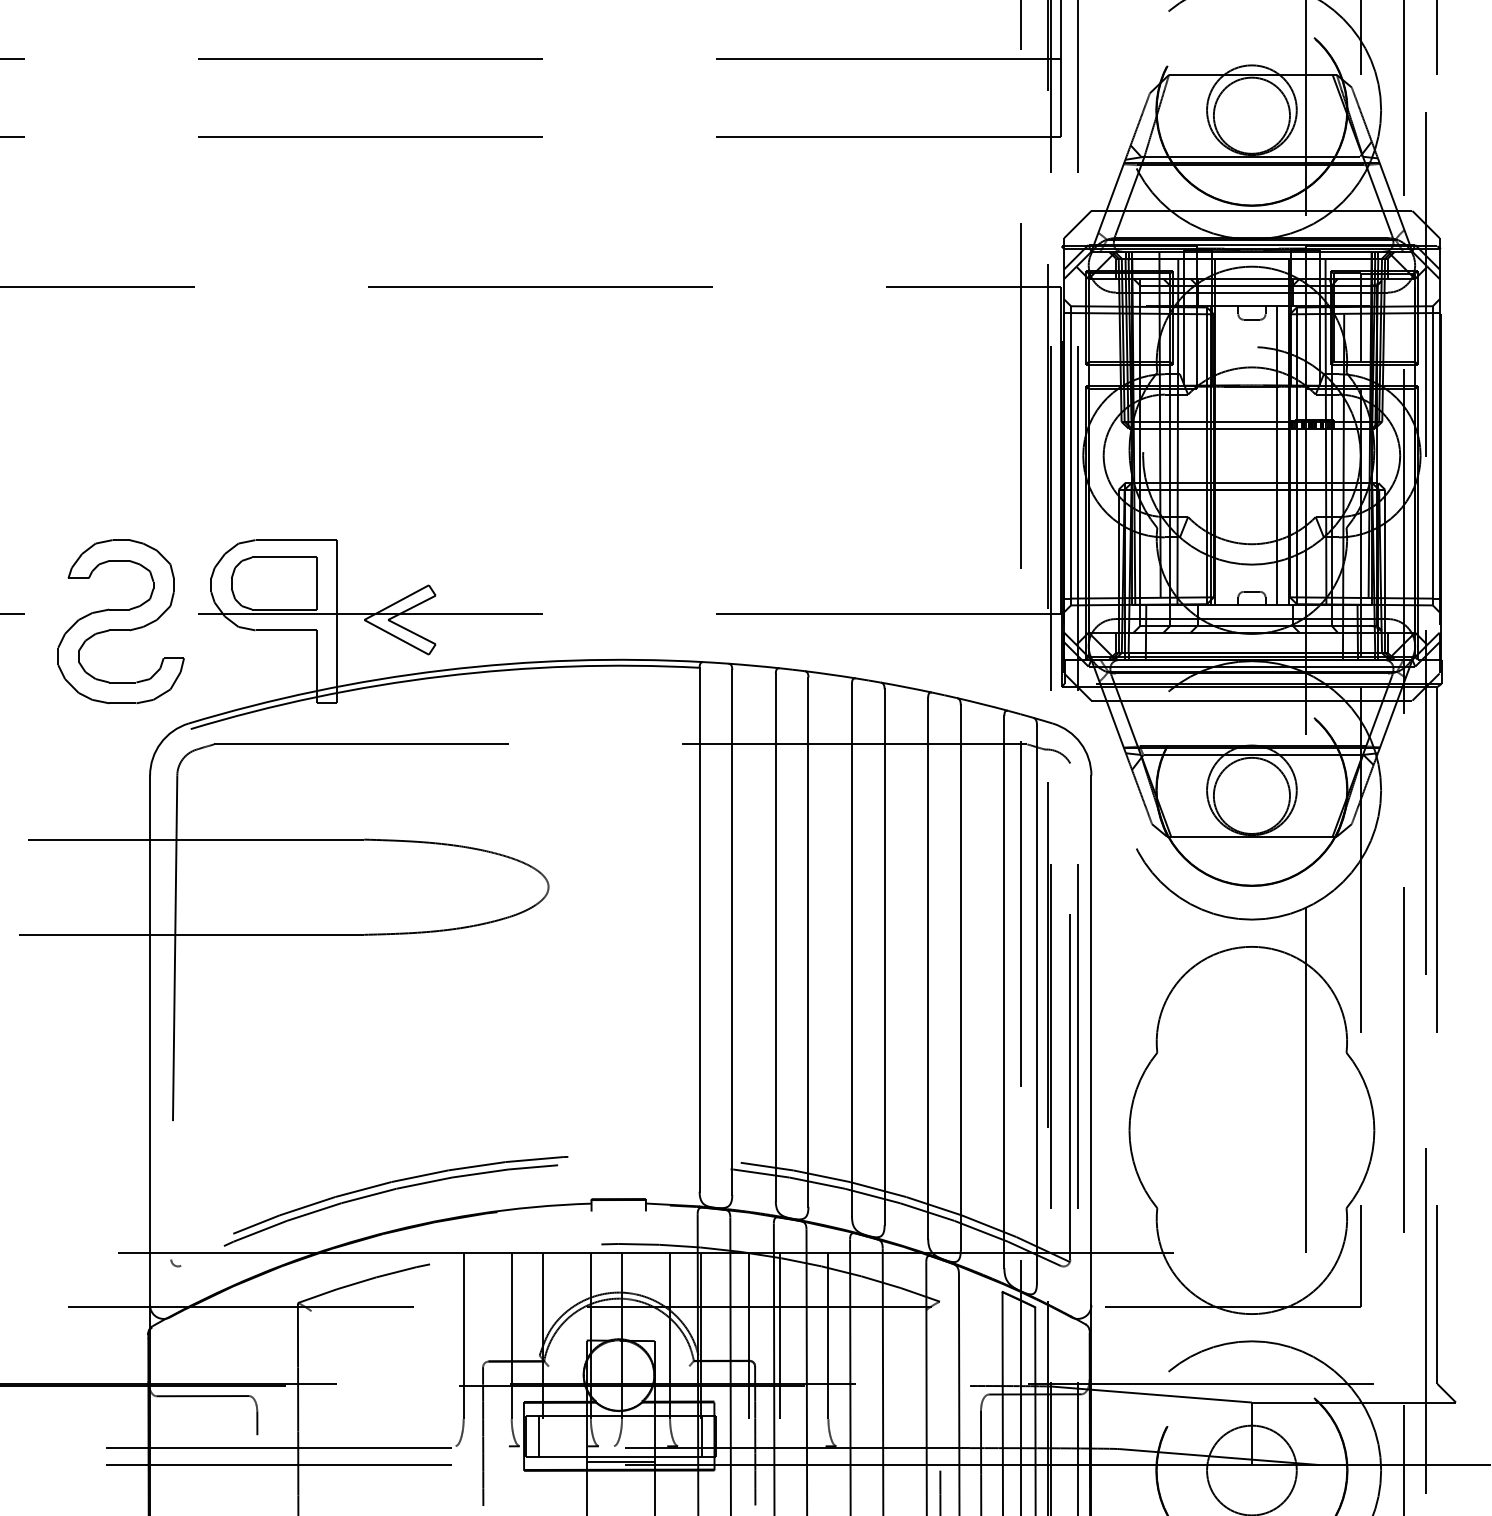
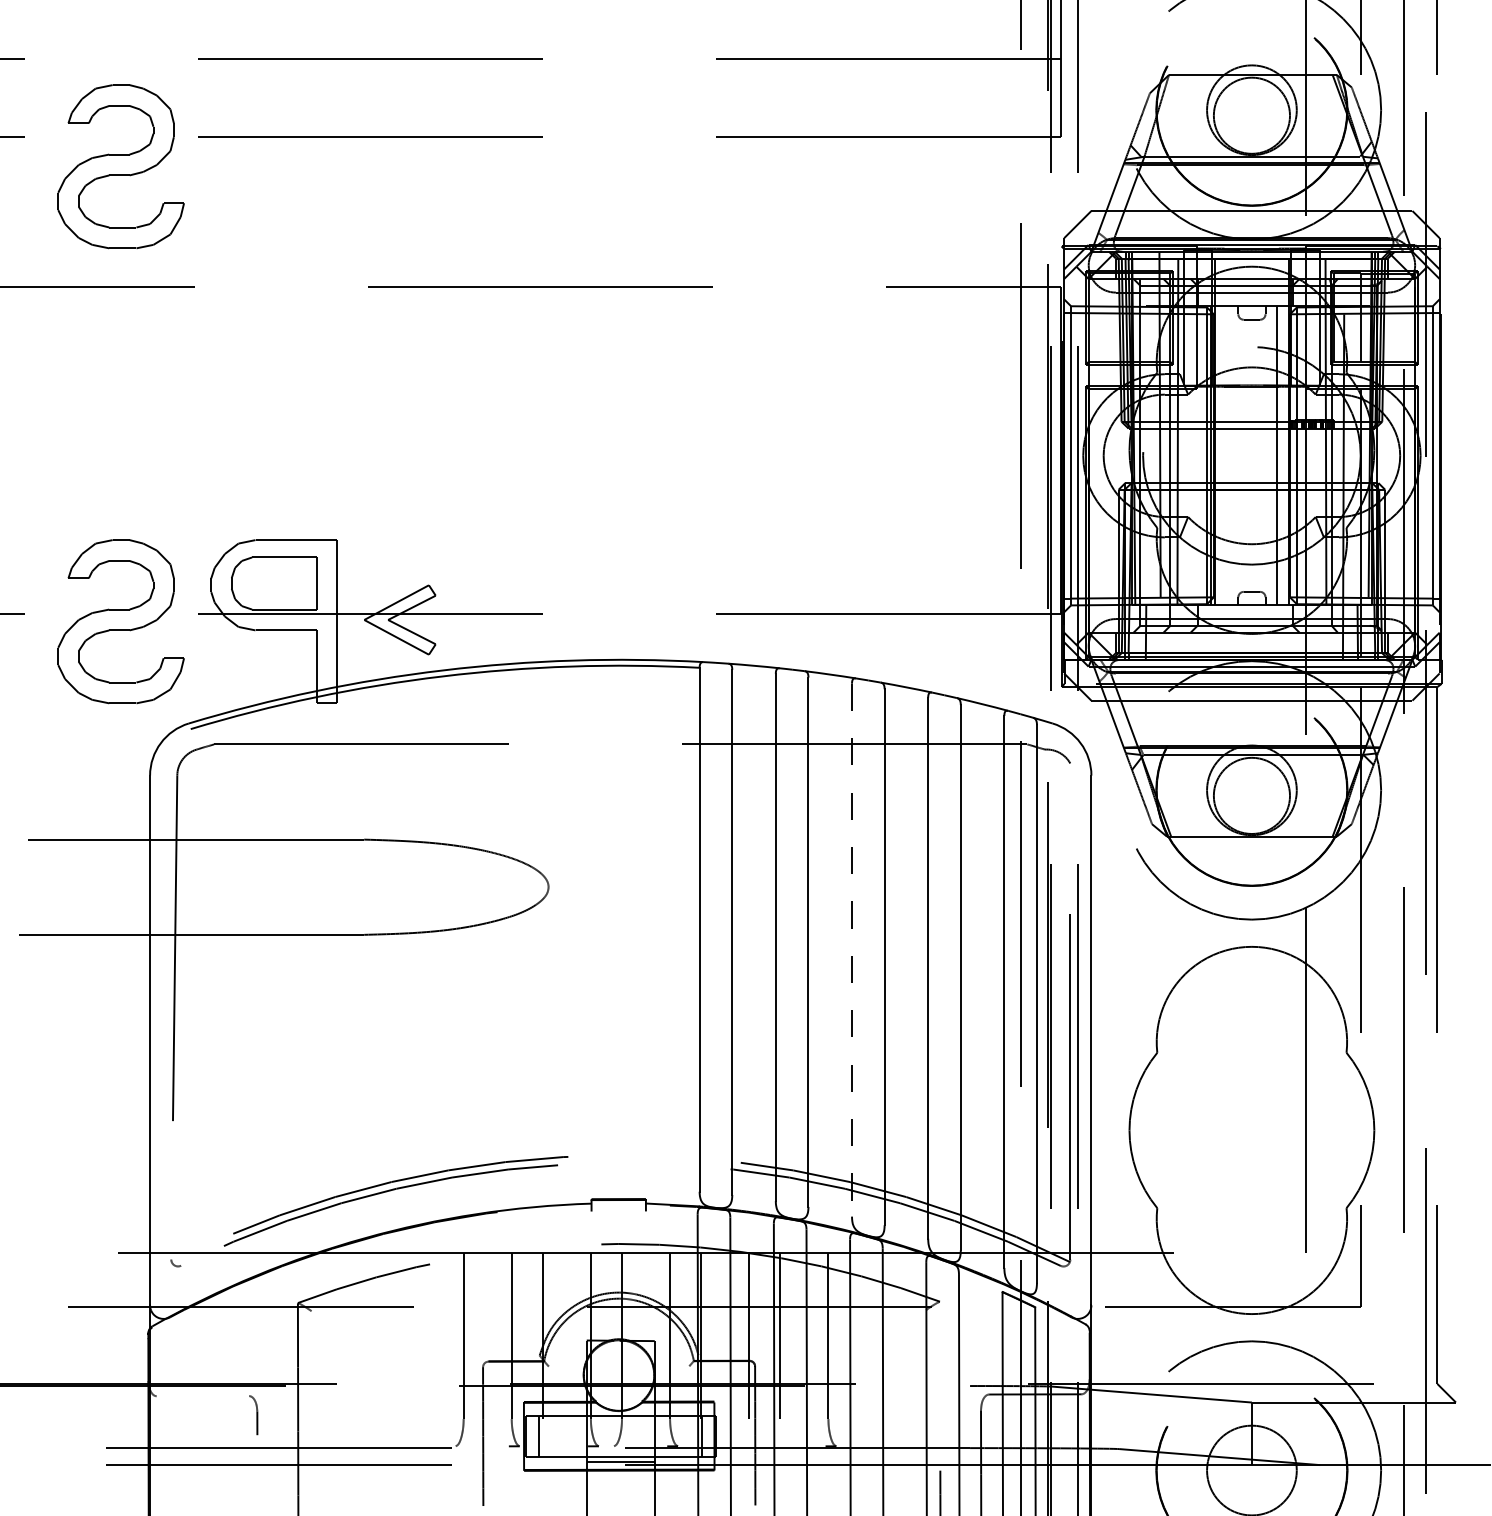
part at (120, 166): none -> present
line at (852, 950): solid -> dashed
line at (202, 1396): present -> none
